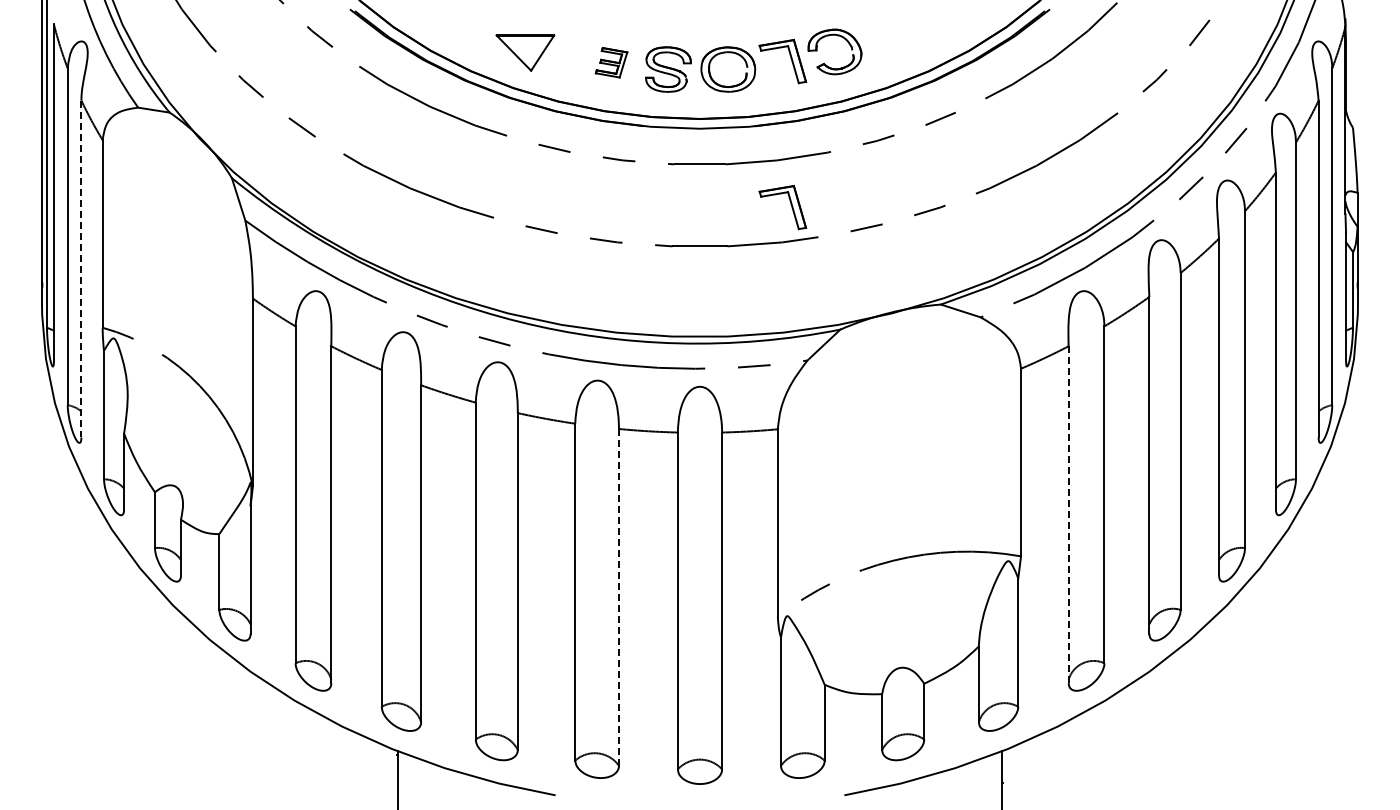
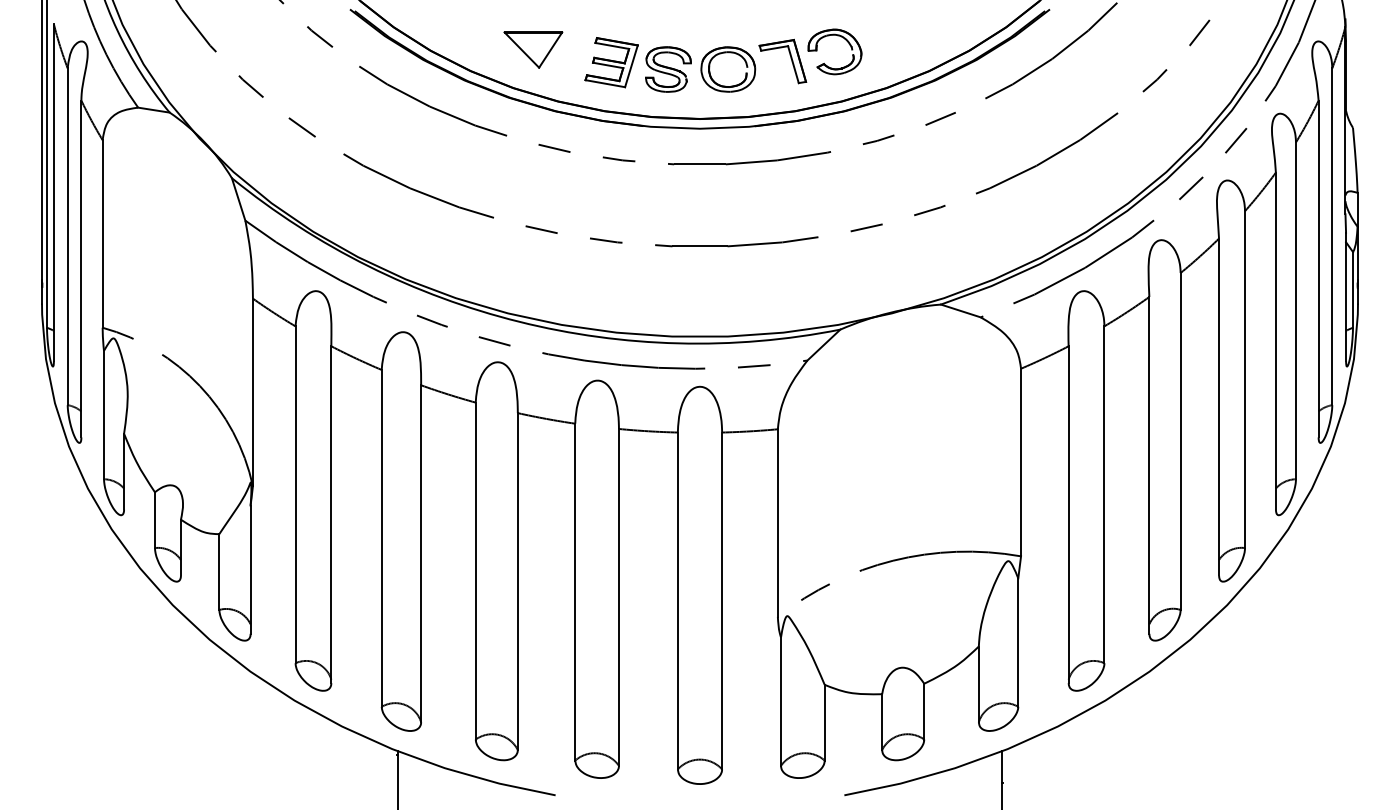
part at (525, 52) position: (525, 52) -> (533, 49)
part at (611, 62) size: 35x32 px -> 55x52 px
part at (790, 204): present -> none
line at (81, 269): dashed -> solid
line at (1068, 514): dashed -> solid
line at (618, 597): dashed -> solid
